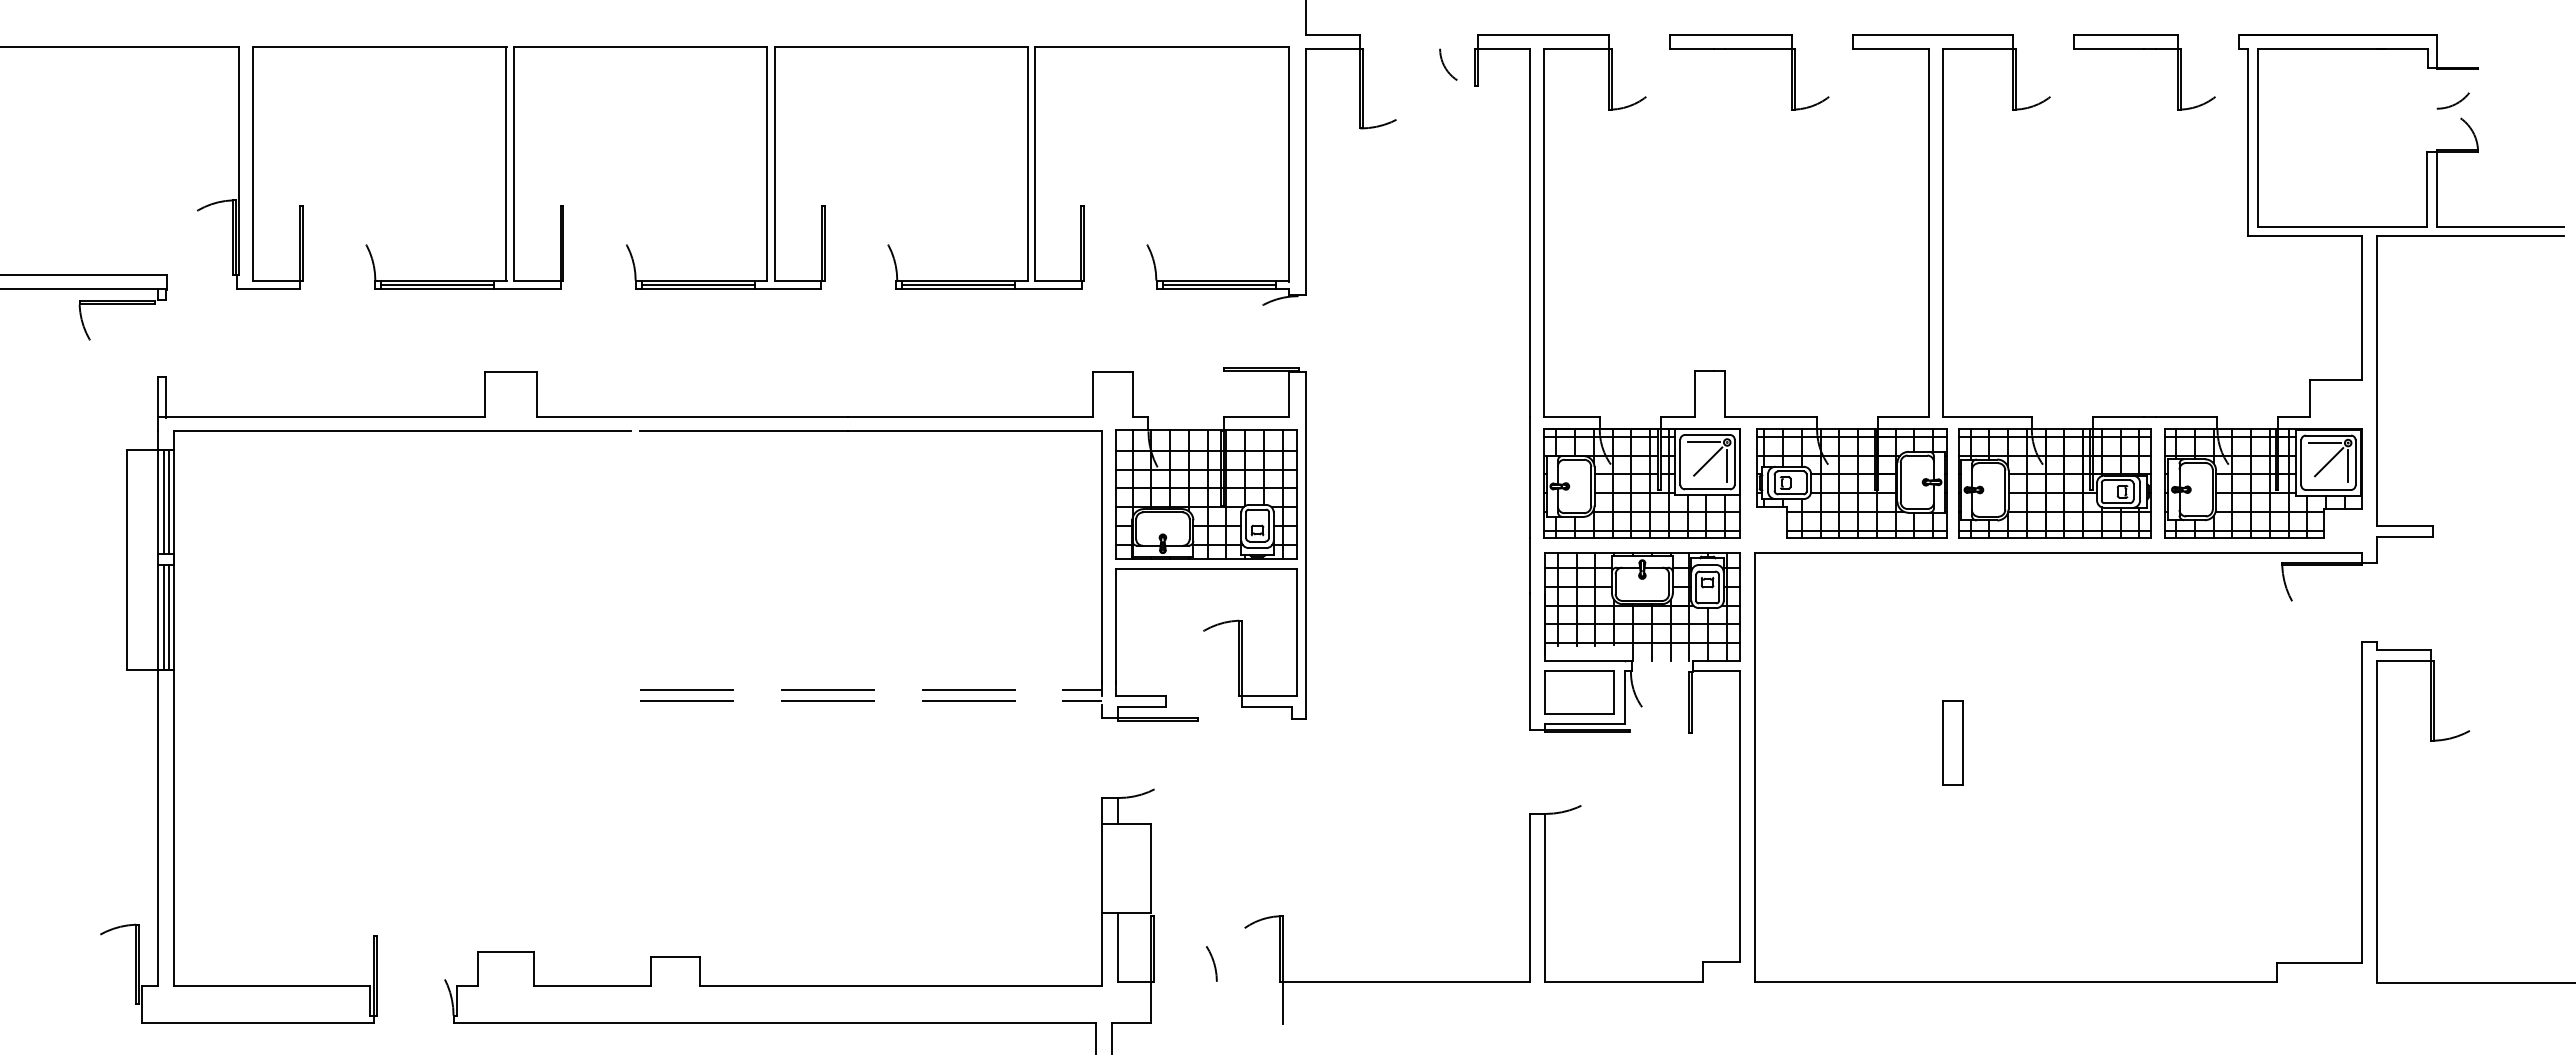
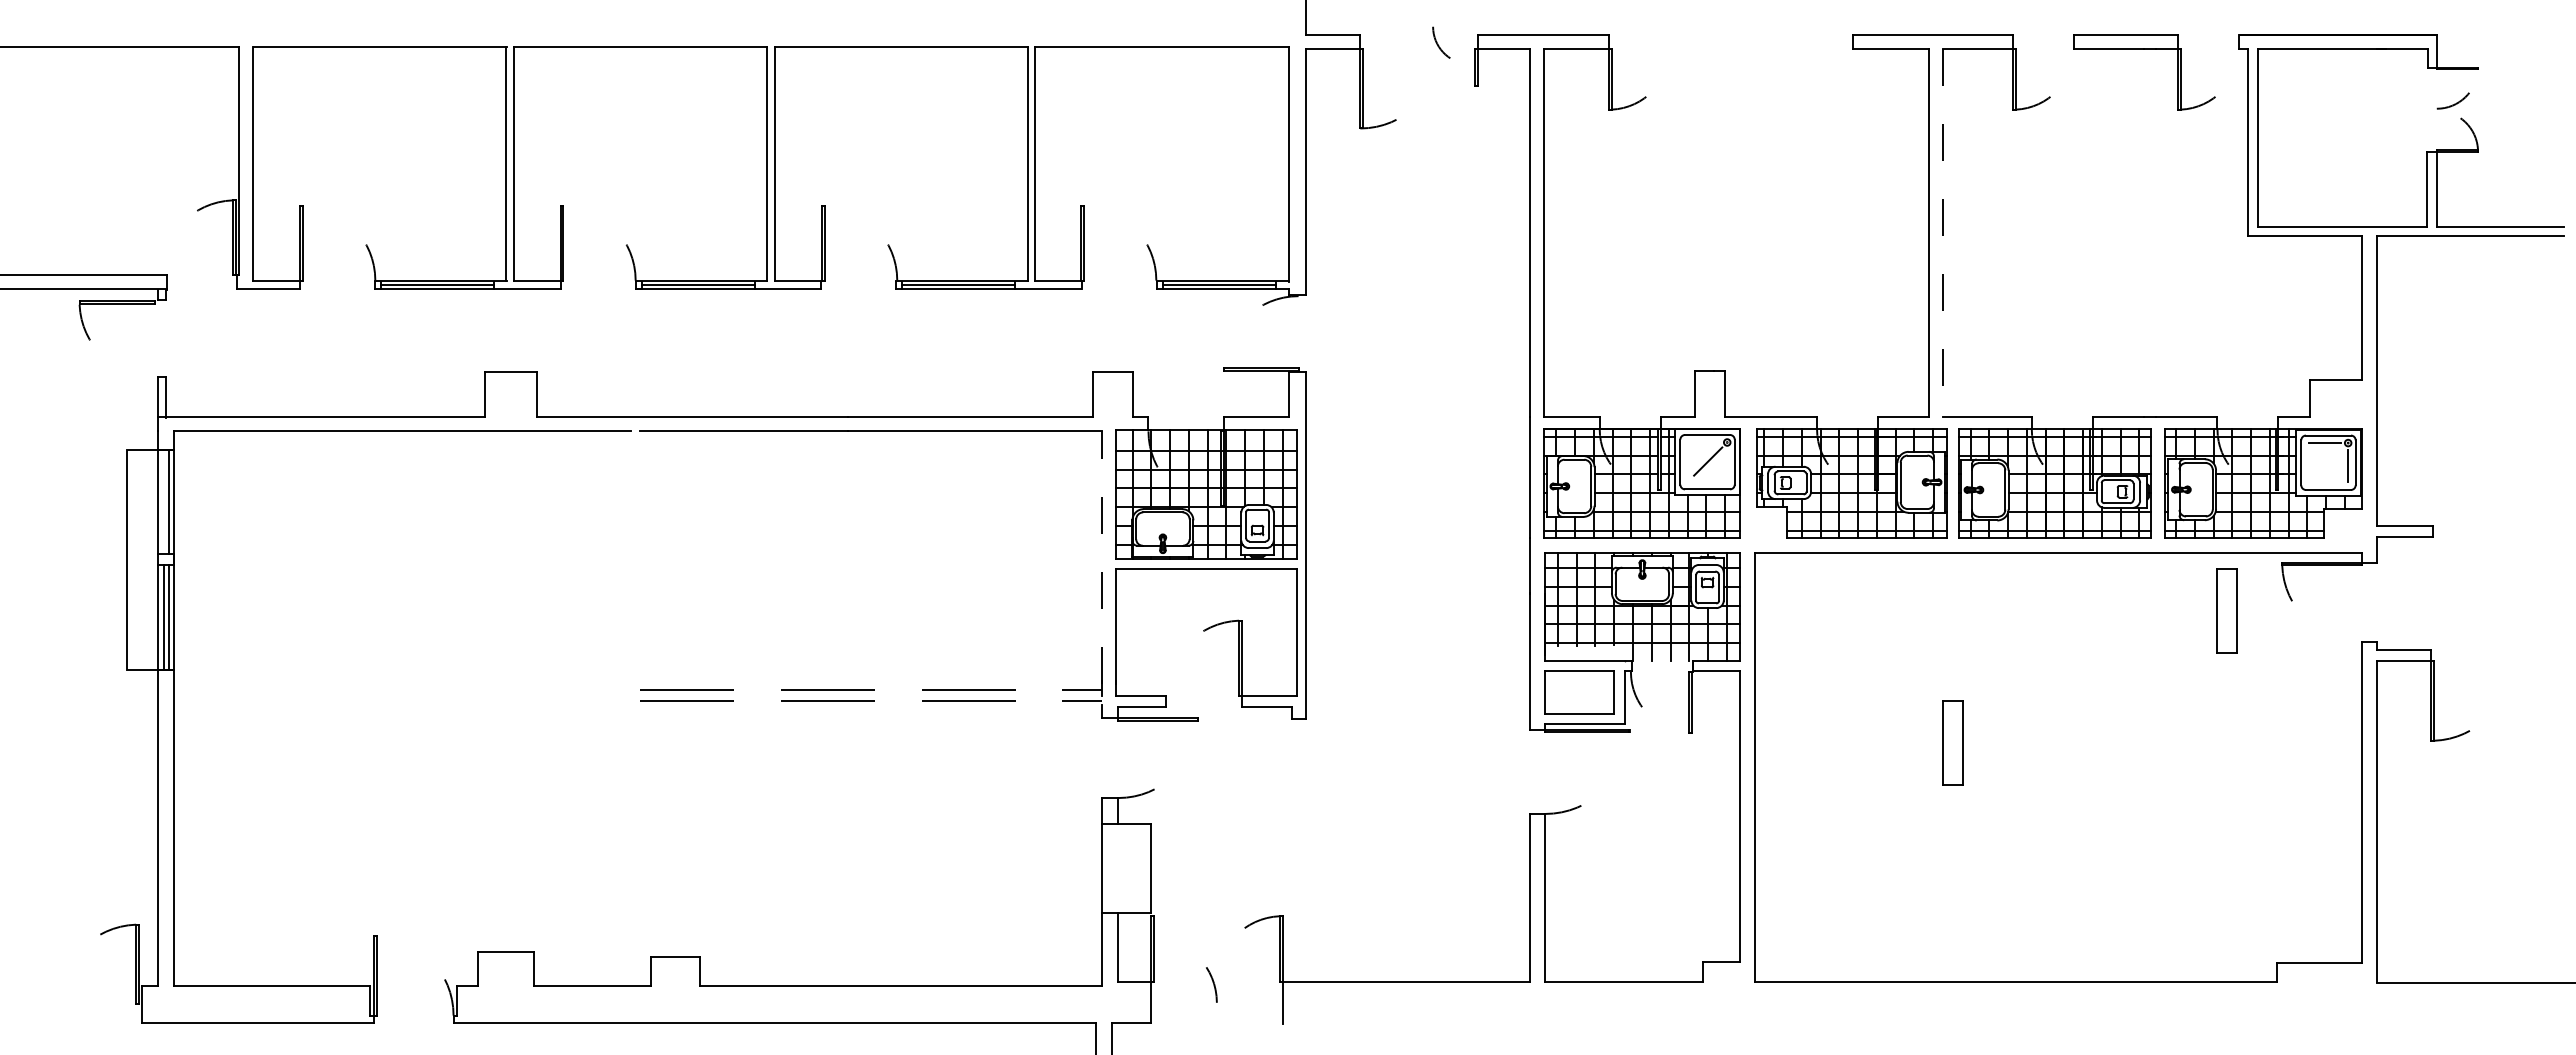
part at (1749, 49): present -> none
arc at (1445, 65) position: (1445, 65) -> (1438, 43)
line at (1942, 233): solid -> dashed
line at (1703, 442): present -> none
line at (2329, 462): present -> none
line at (1727, 465): present -> none
line at (163, 502): present -> none
line at (1101, 557): solid -> dashed
part at (2226, 610): none -> present
arc at (1213, 963) position: (1213, 963) -> (1213, 984)
